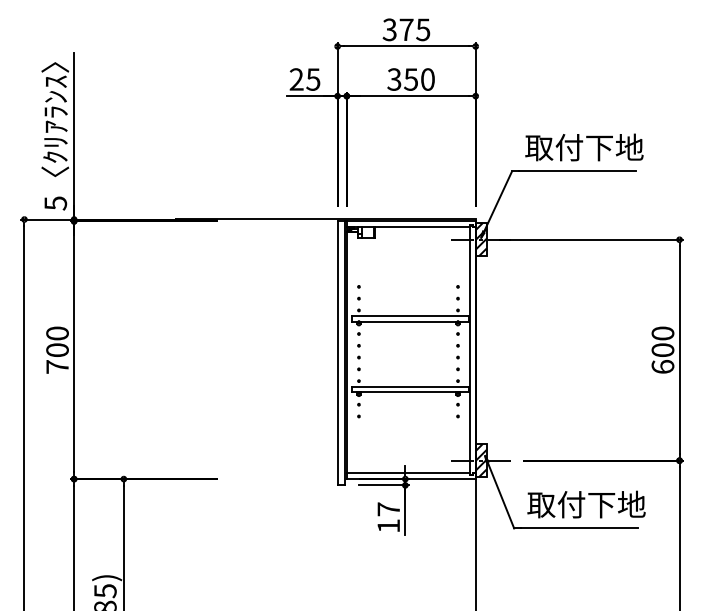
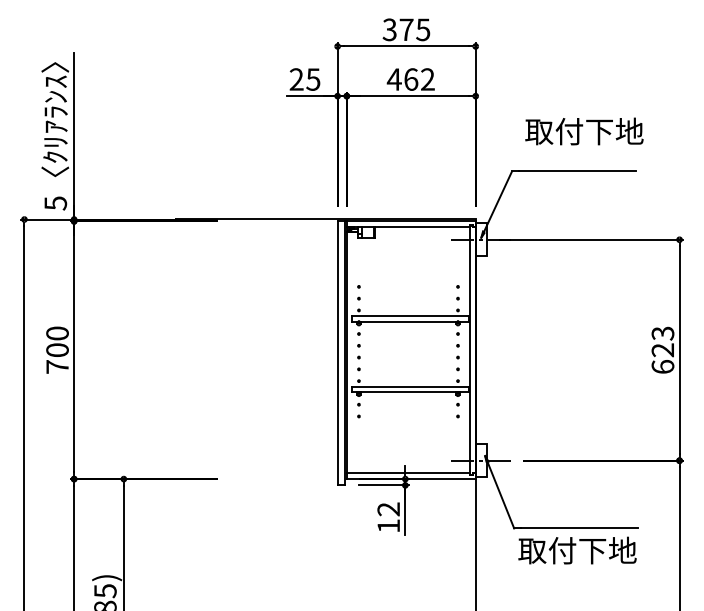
text at (410, 79): 350 -> 462
text at (584, 147) position: (584, 147) -> (584, 131)
hatch at (480, 239): present -> none
text at (662, 341): 600 -> 623
hatch at (480, 460): present -> none
text at (586, 504) position: (586, 504) -> (577, 550)
text at (388, 509): 17 -> 12
